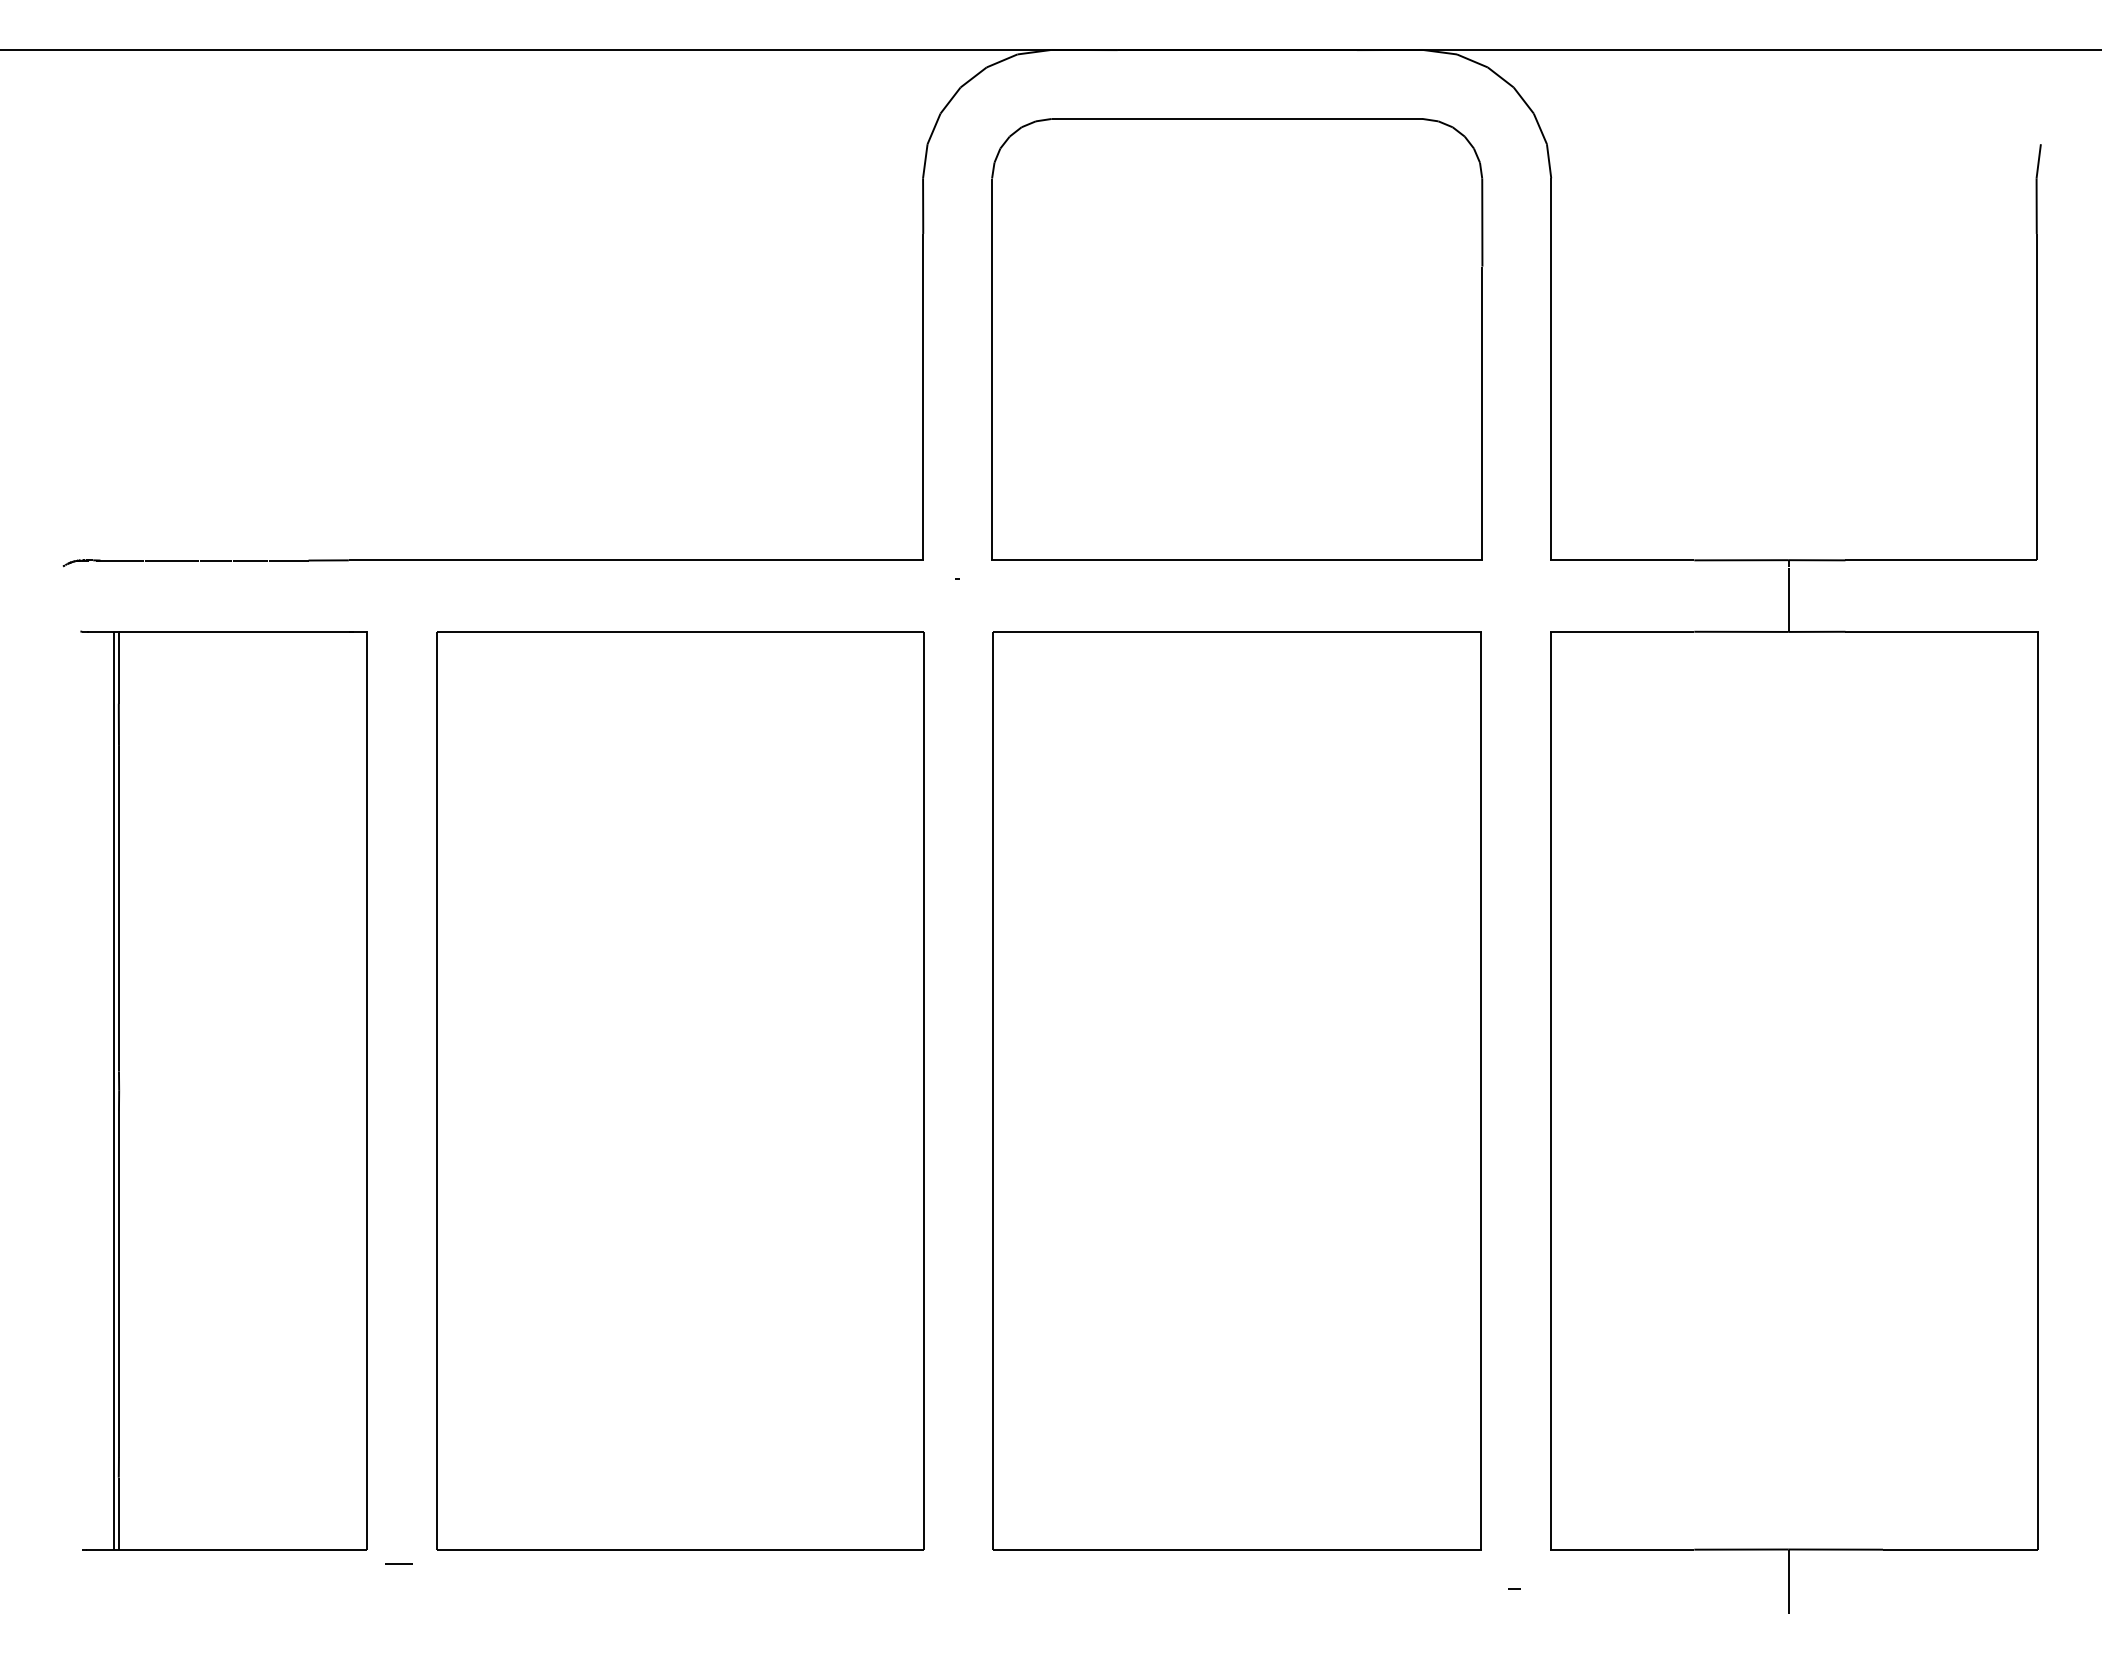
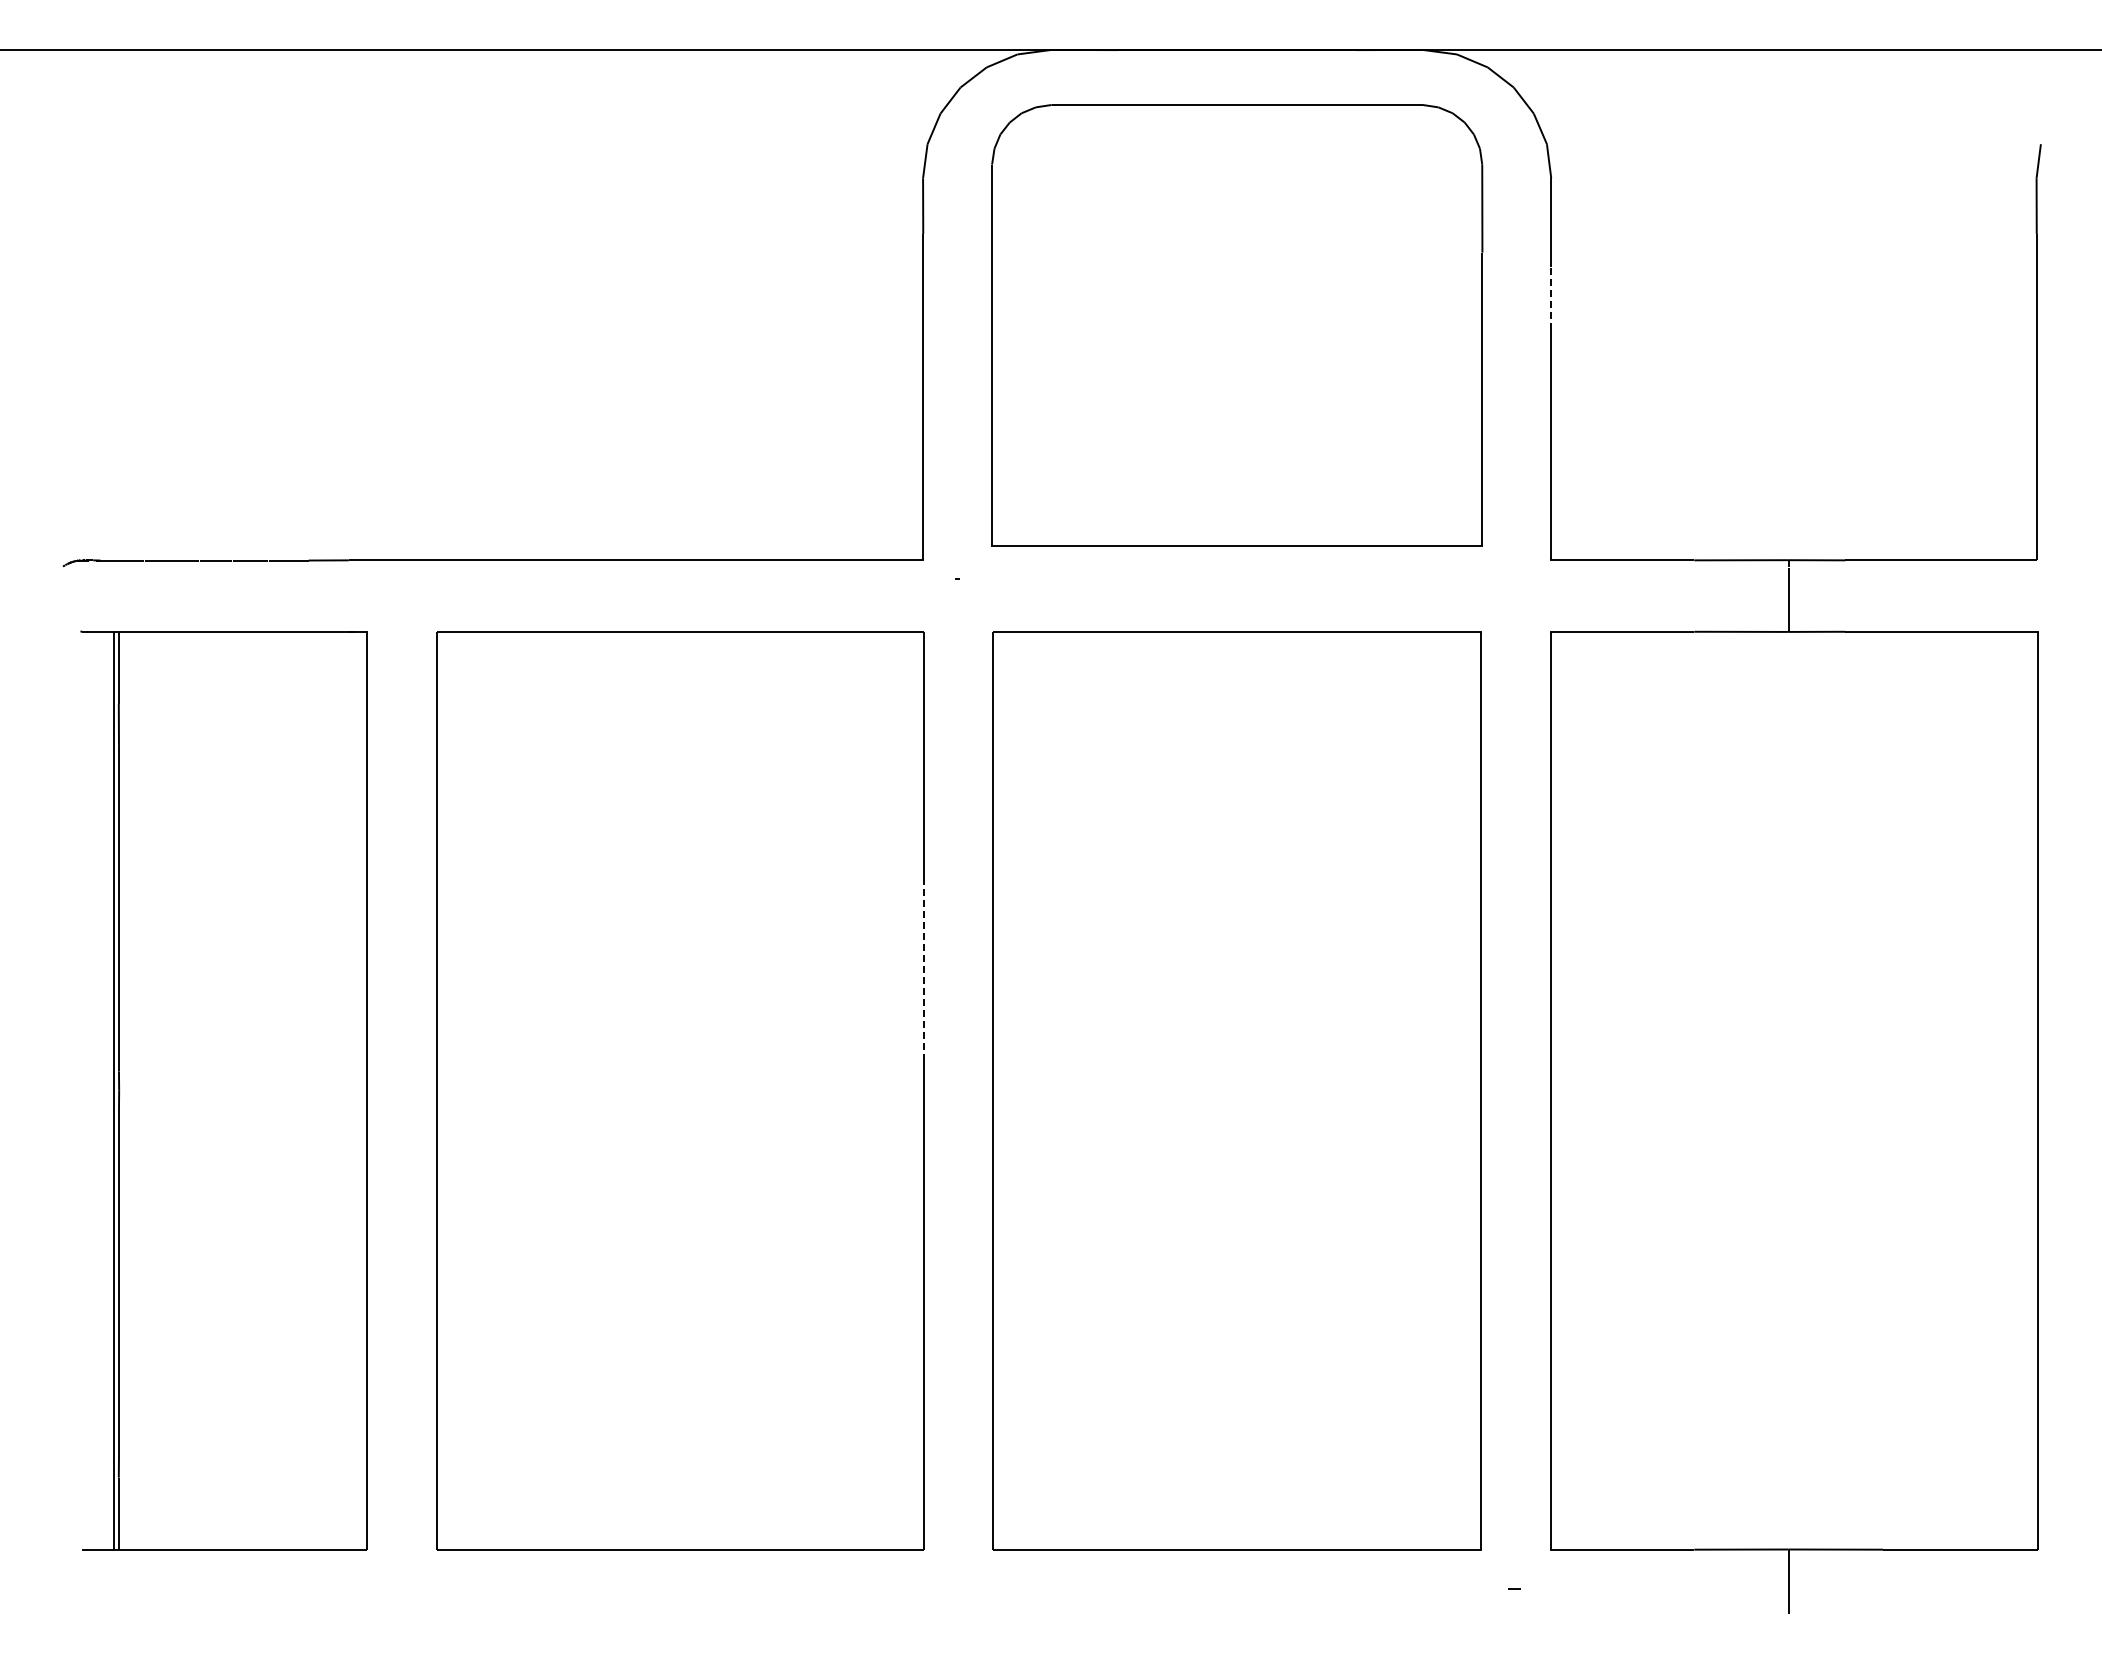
line at (1551, 298): solid -> dashed
part at (1237, 339) position: (1237, 339) -> (1237, 325)
line at (924, 967): solid -> dashed
line at (398, 1563): present -> none
